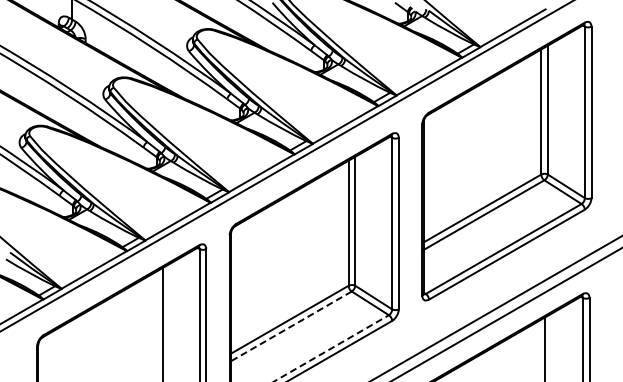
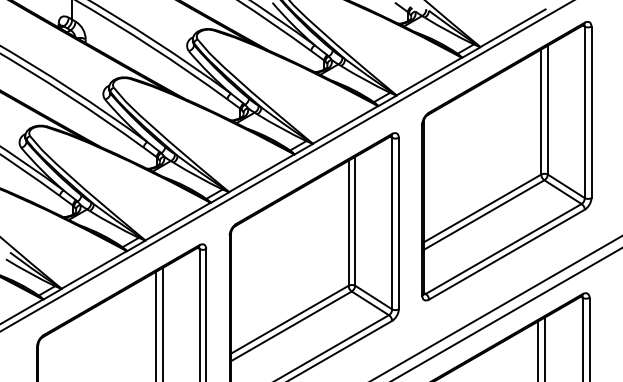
line at (155, 324): none -> present
line at (291, 326): dashed -> solid
line at (331, 348): dashed -> solid
line at (538, 349): none -> present
